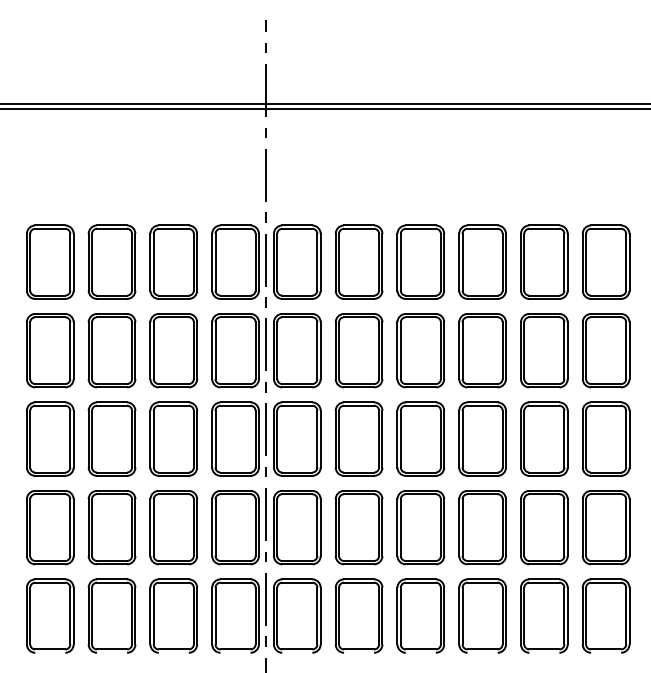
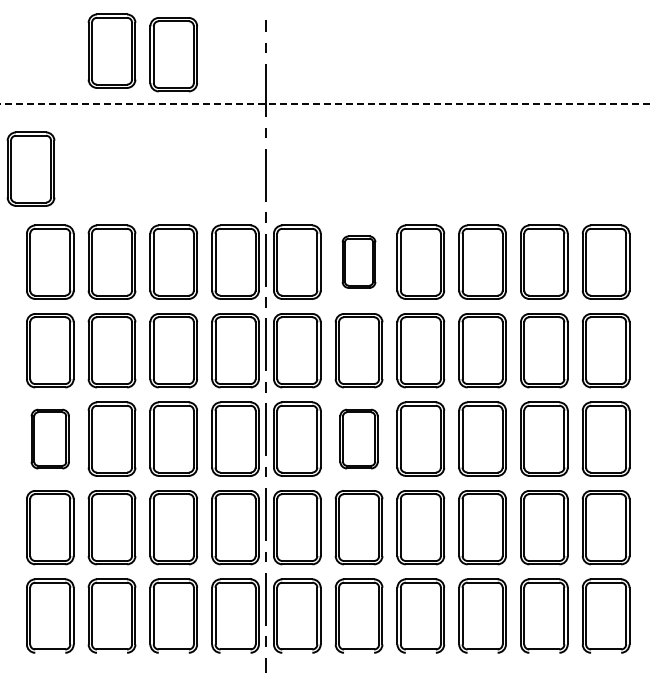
part at (111, 50): none -> present
part at (173, 54): none -> present
line at (325, 103): solid -> dashed
line at (324, 108): present -> none
part at (30, 168): none -> present
part at (358, 261) size: 50x76 px -> 36x54 px
part at (50, 438) size: 49x76 px -> 40x62 px
part at (358, 438) size: 50x76 px -> 40x62 px
